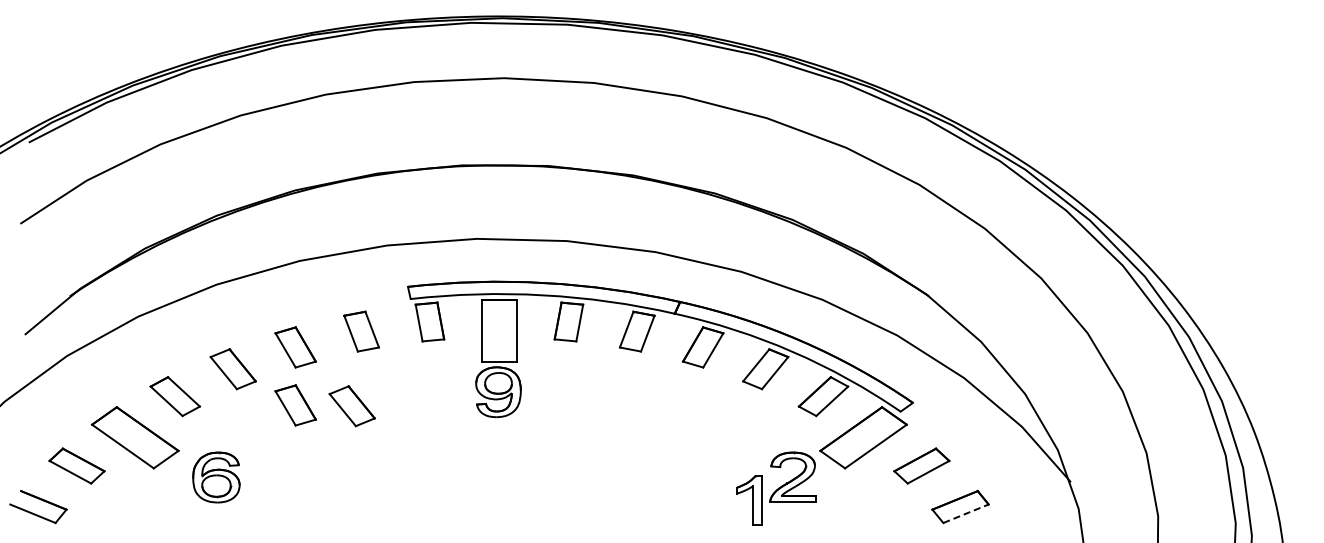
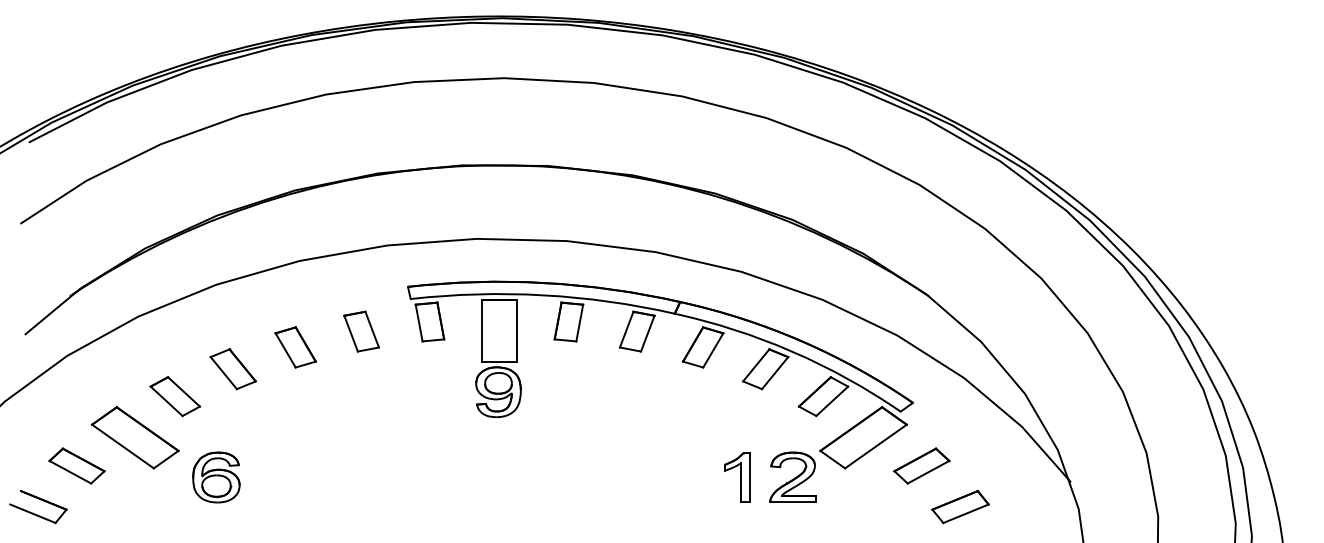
part at (295, 405): present -> none
part at (351, 406): present -> none
part at (749, 500) position: (749, 500) -> (737, 477)
line at (966, 513): dashed -> solid
